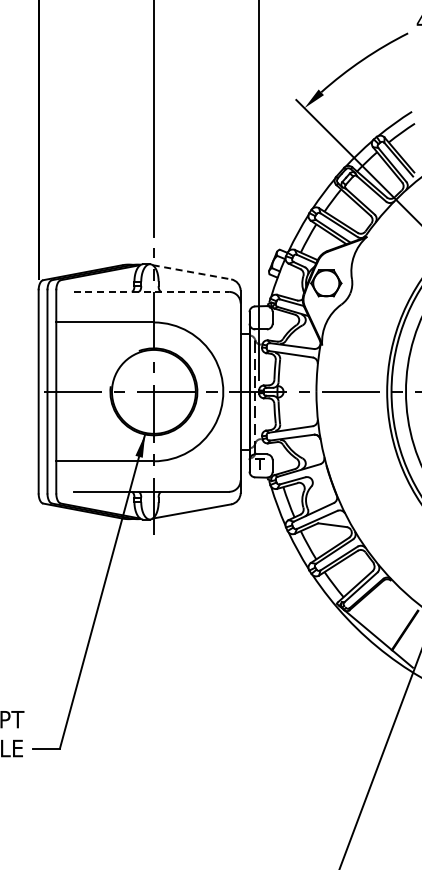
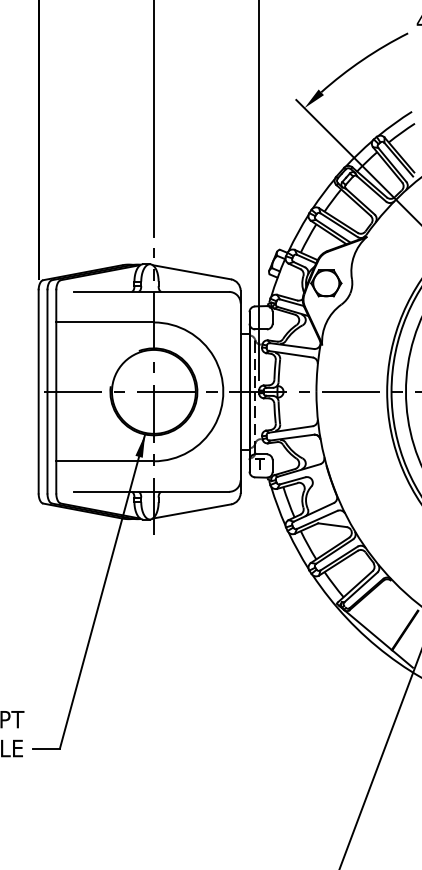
line at (191, 272): dashed -> solid
line at (151, 291): dashed -> solid
